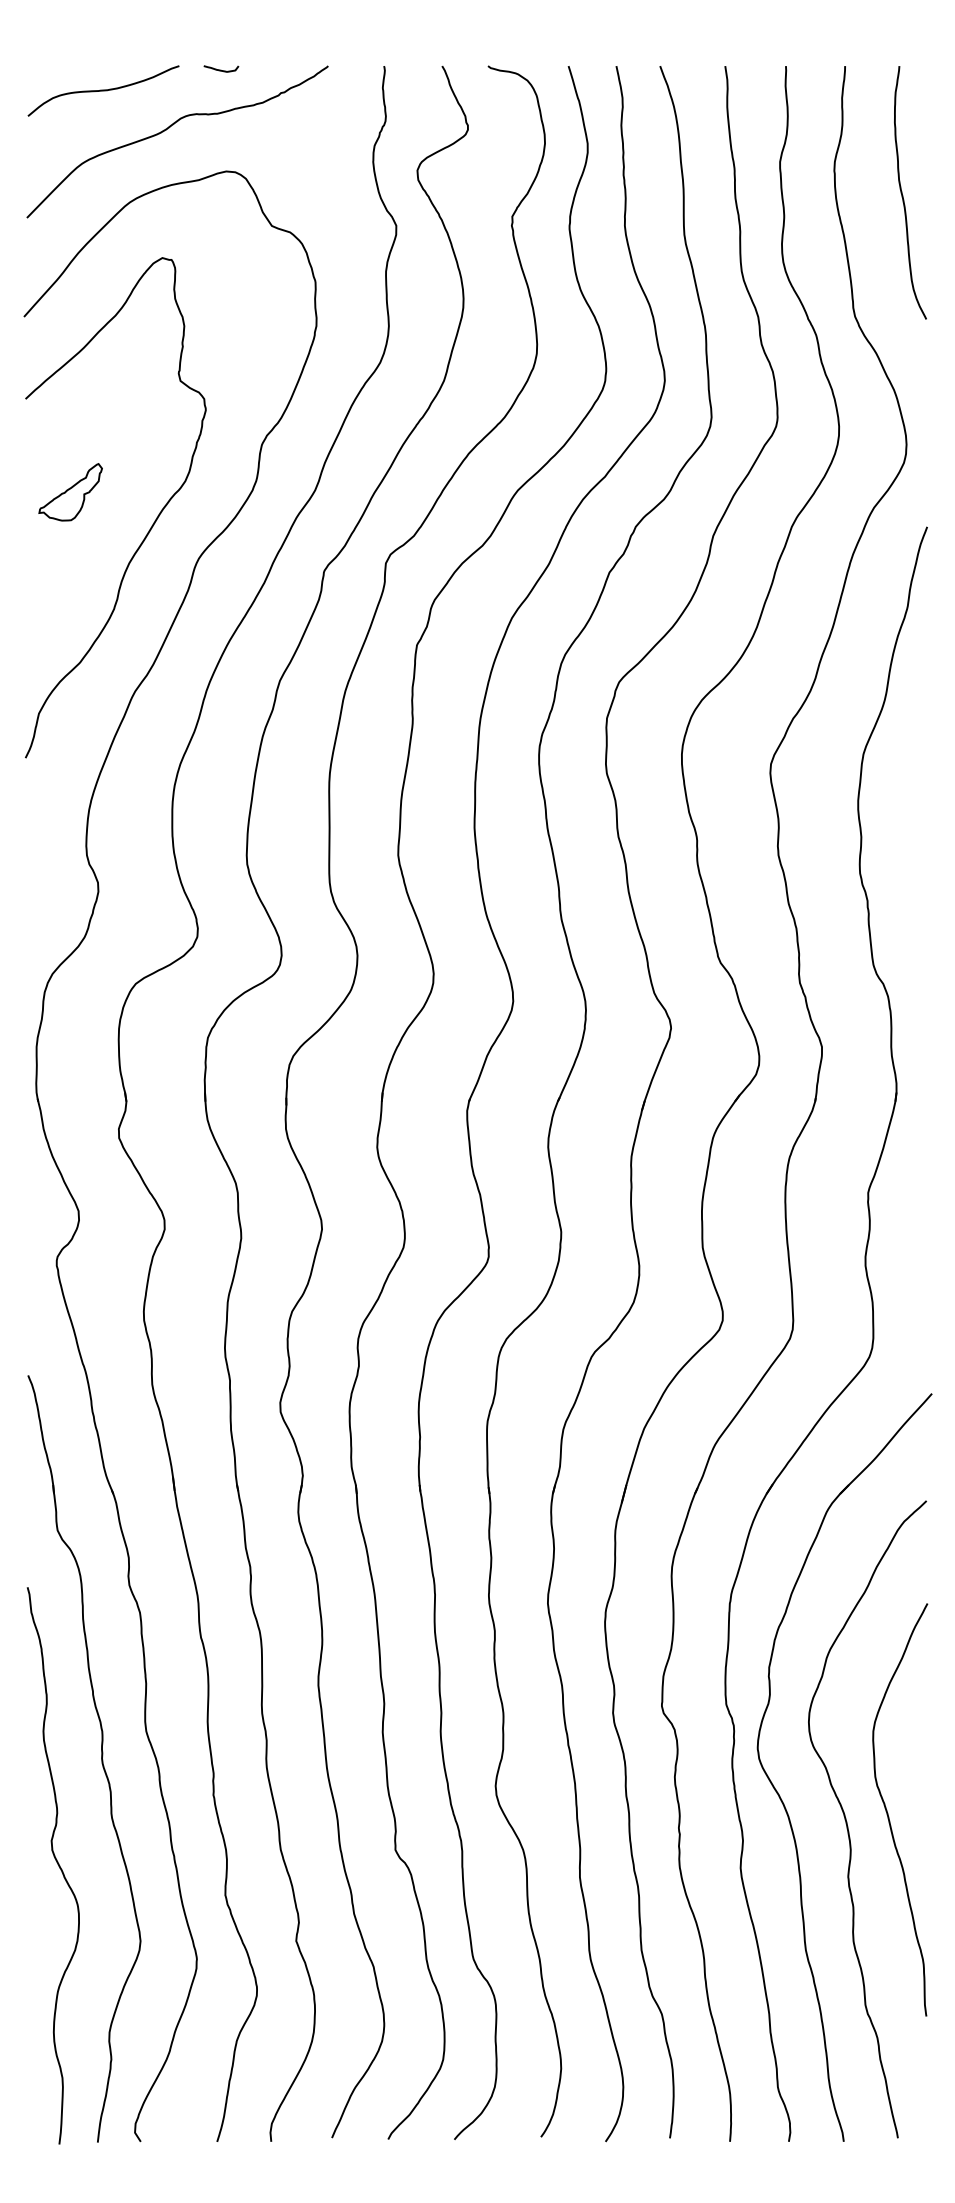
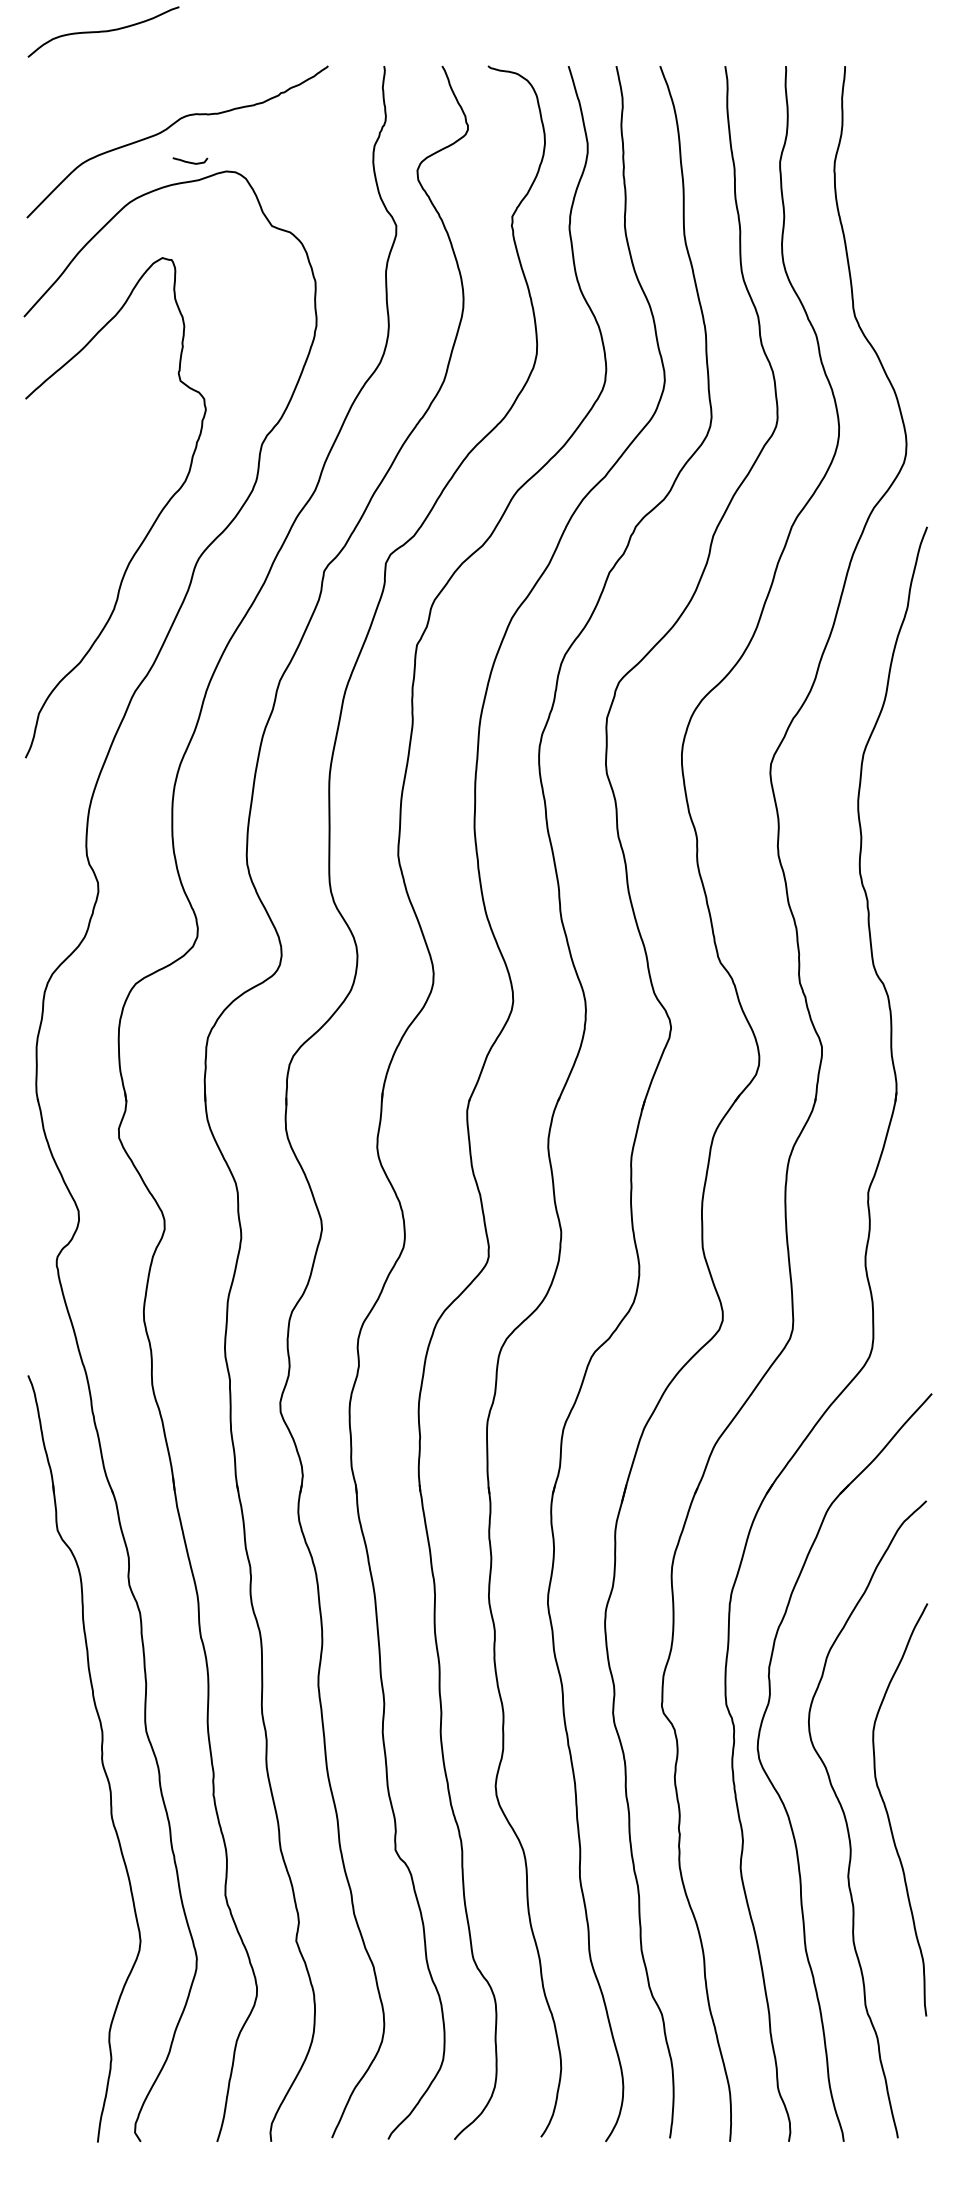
curve at (221, 69) position: (221, 69) -> (190, 161)
curve at (103, 90) position: (103, 90) -> (103, 31)
curve at (903, 195): present -> none
part at (70, 492): present -> none
curve at (56, 1862): present -> none
